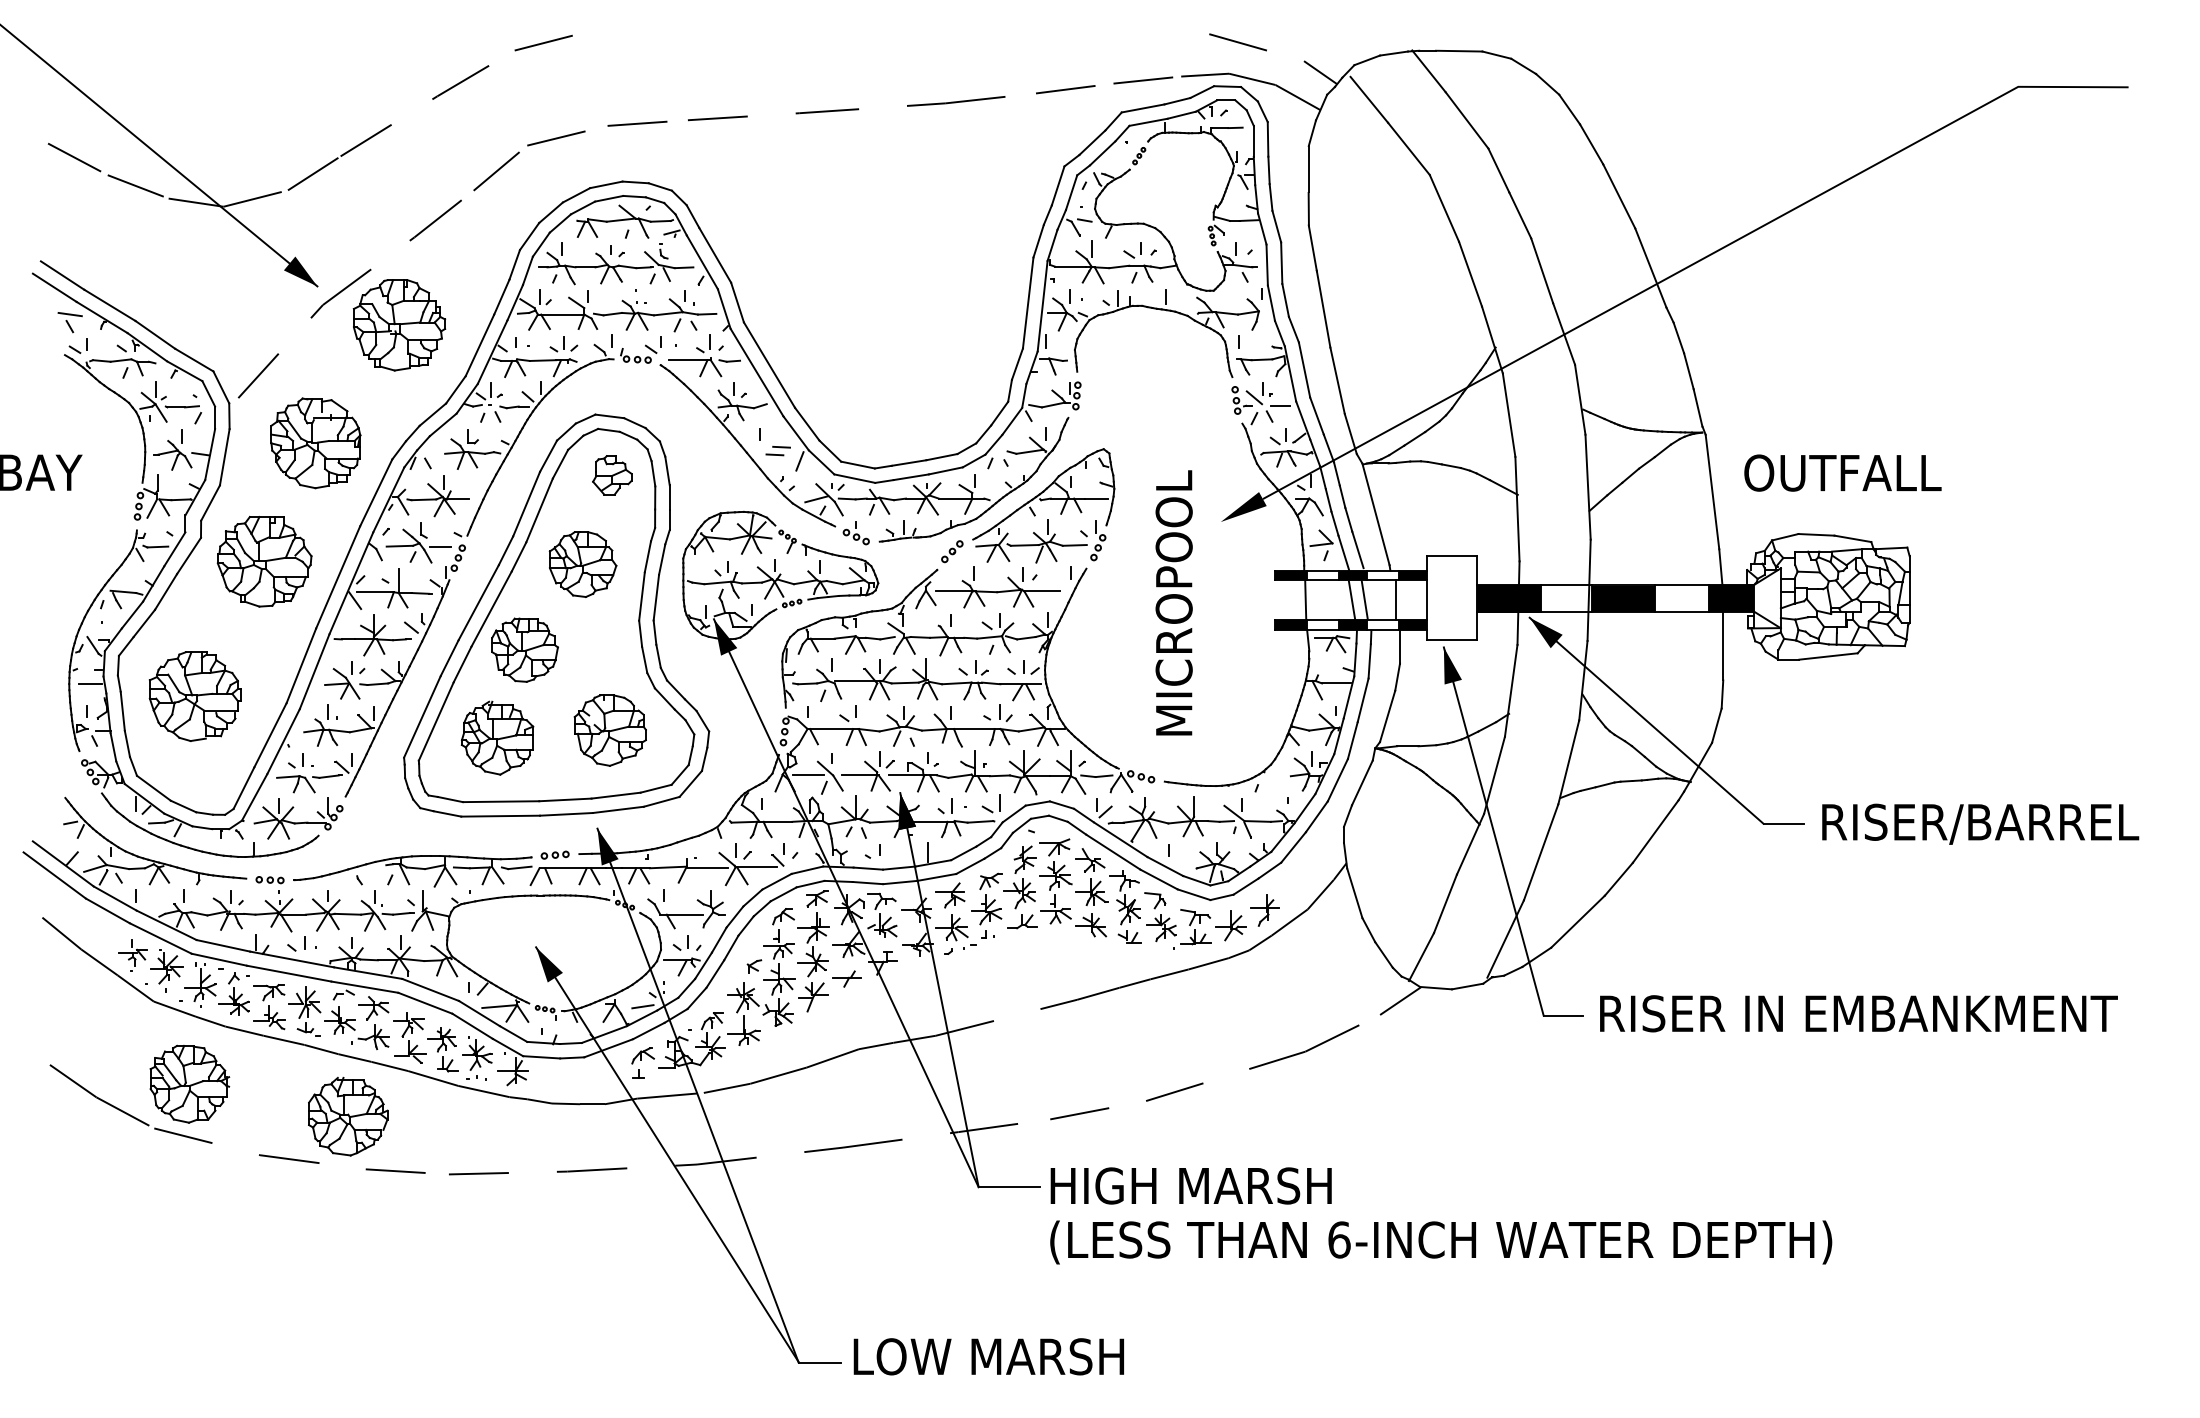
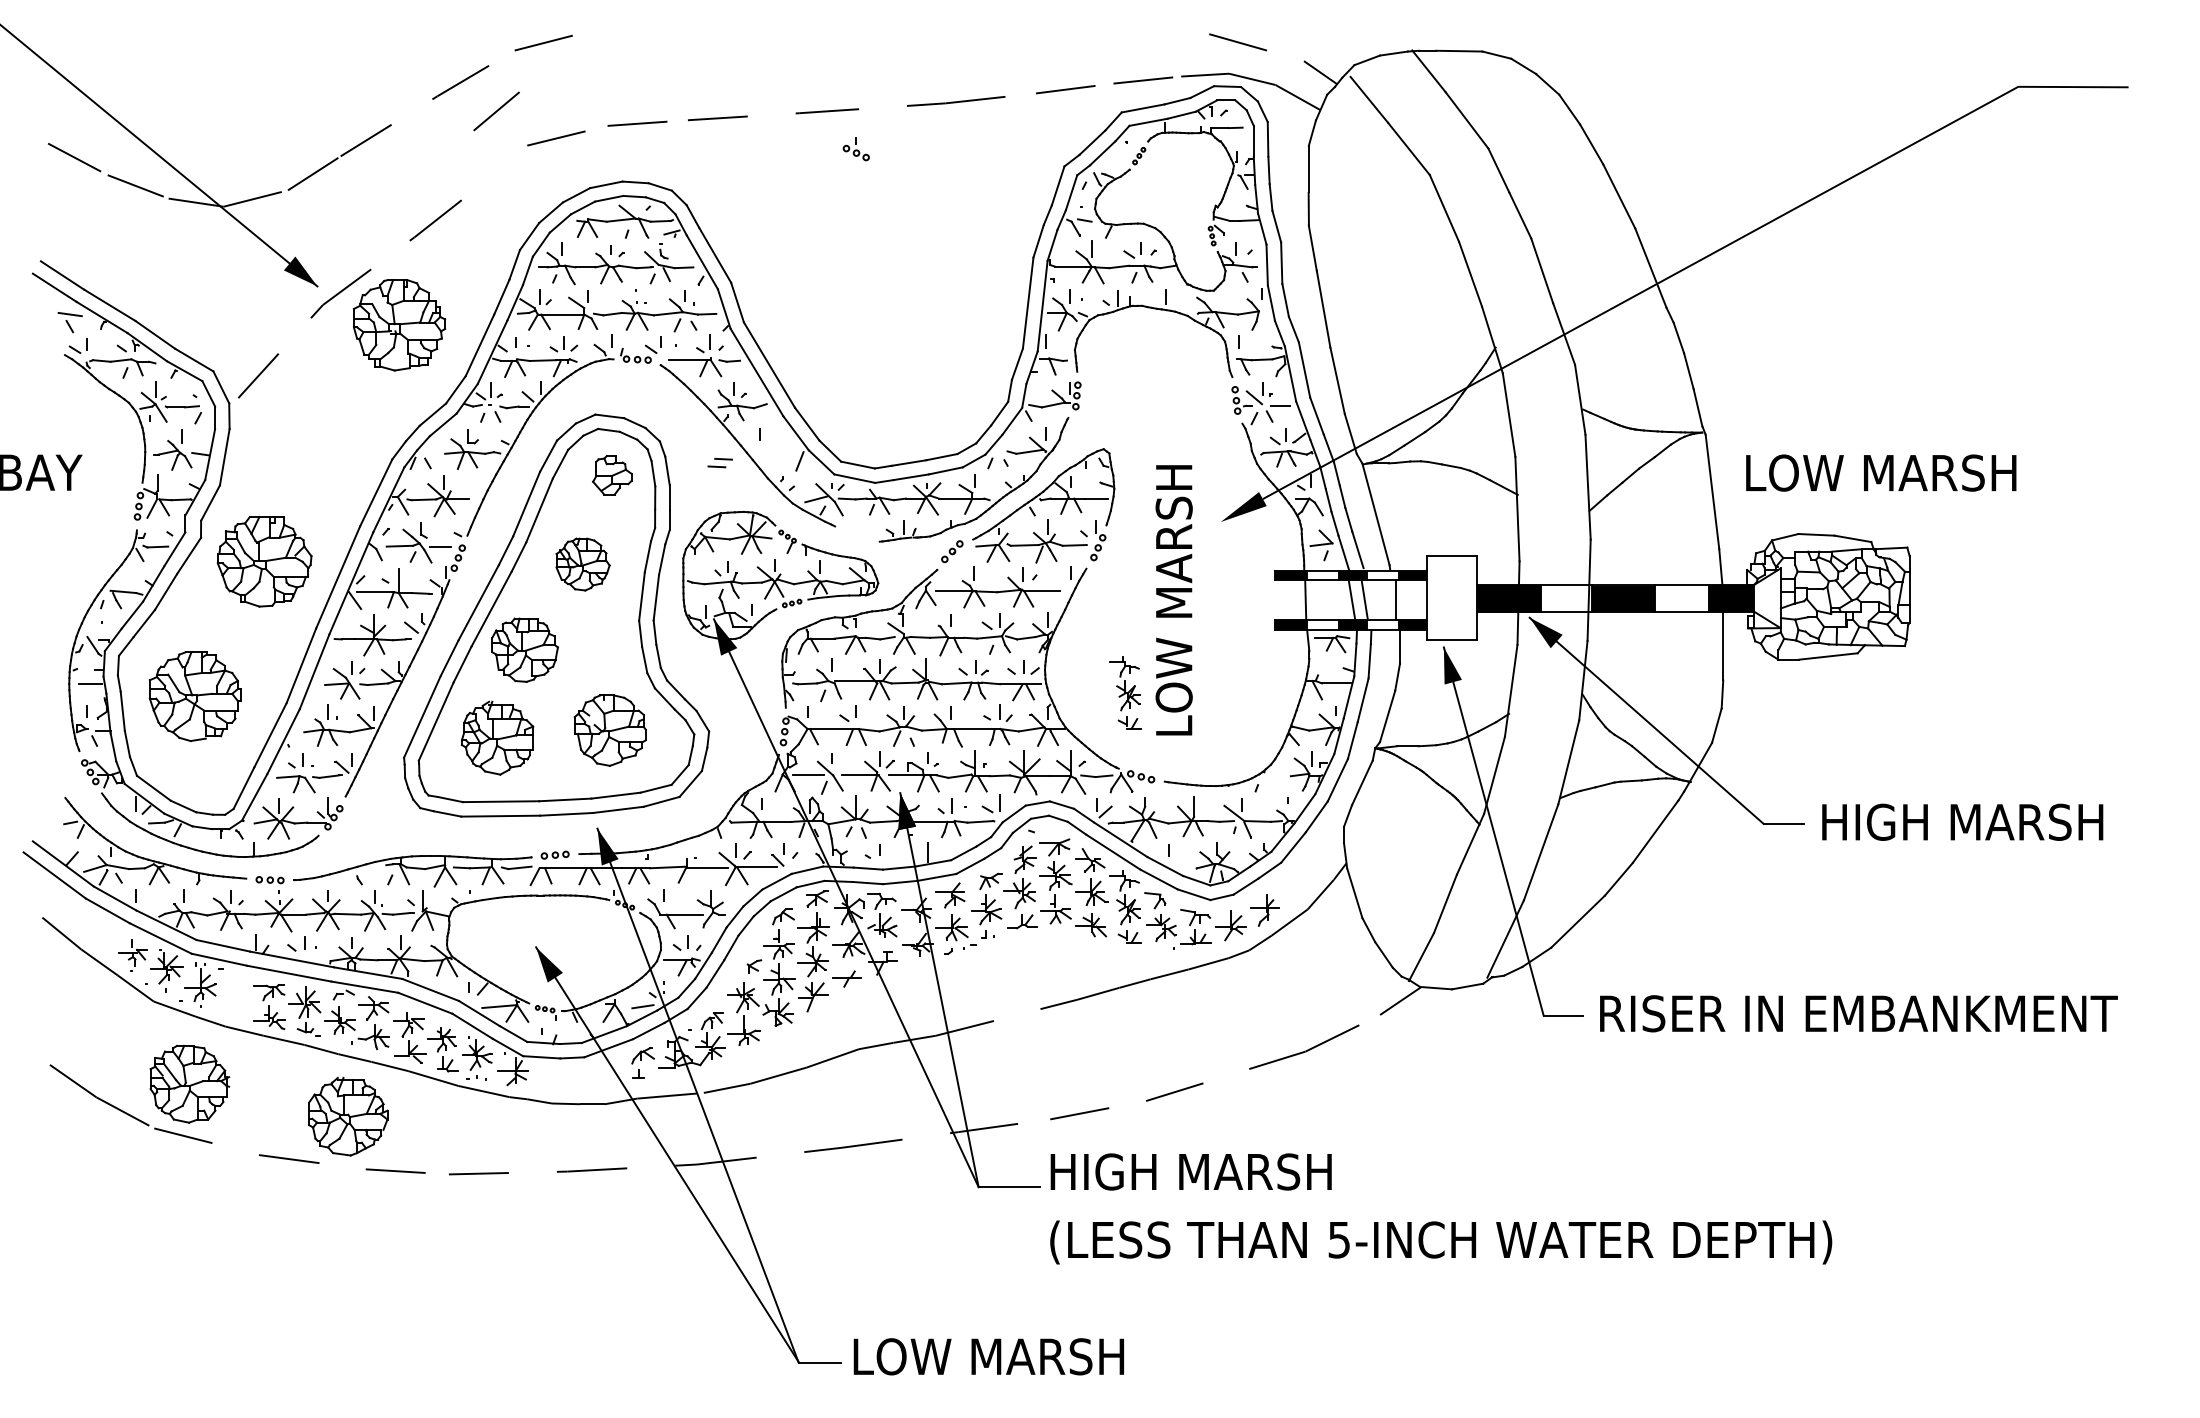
line at (496, 171) position: (496, 171) -> (496, 111)
part at (315, 443): present -> none
part at (777, 451) position: (777, 451) -> (719, 463)
text at (1880, 472): OUTFALL -> LOW MARSH
part at (855, 533) position: (855, 533) -> (855, 149)
part at (582, 564) size: 70x67 px -> 56x55 px
text at (1173, 598): MICROPOOL -> LOW MARSH
part at (1125, 692): none -> present
text at (1982, 823): RISER/BARREL -> HIGH MARSH
part at (233, 993): present -> none
text at (1190, 1185) position: (1190, 1185) -> (1190, 1171)
text at (1339, 1239): 6-INCH -> 5-INCH
